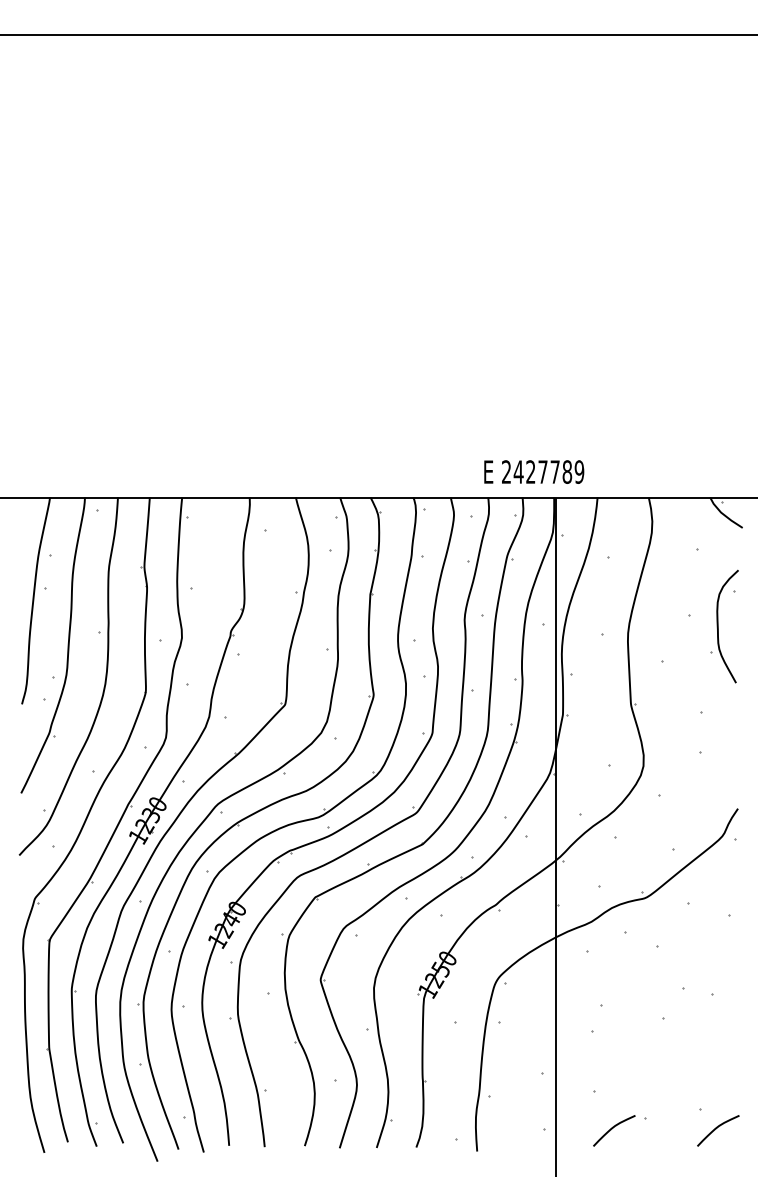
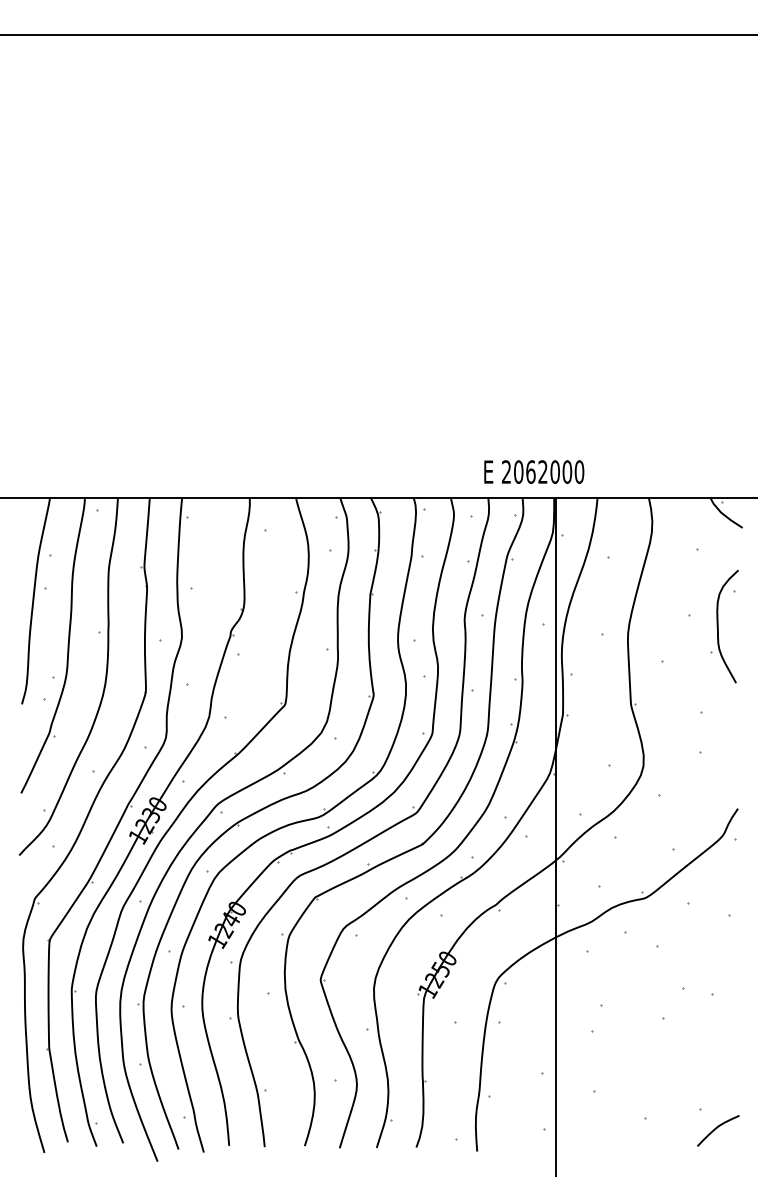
text at (548, 471): 2427789 -> 2062000
curve at (613, 1128): present -> none
